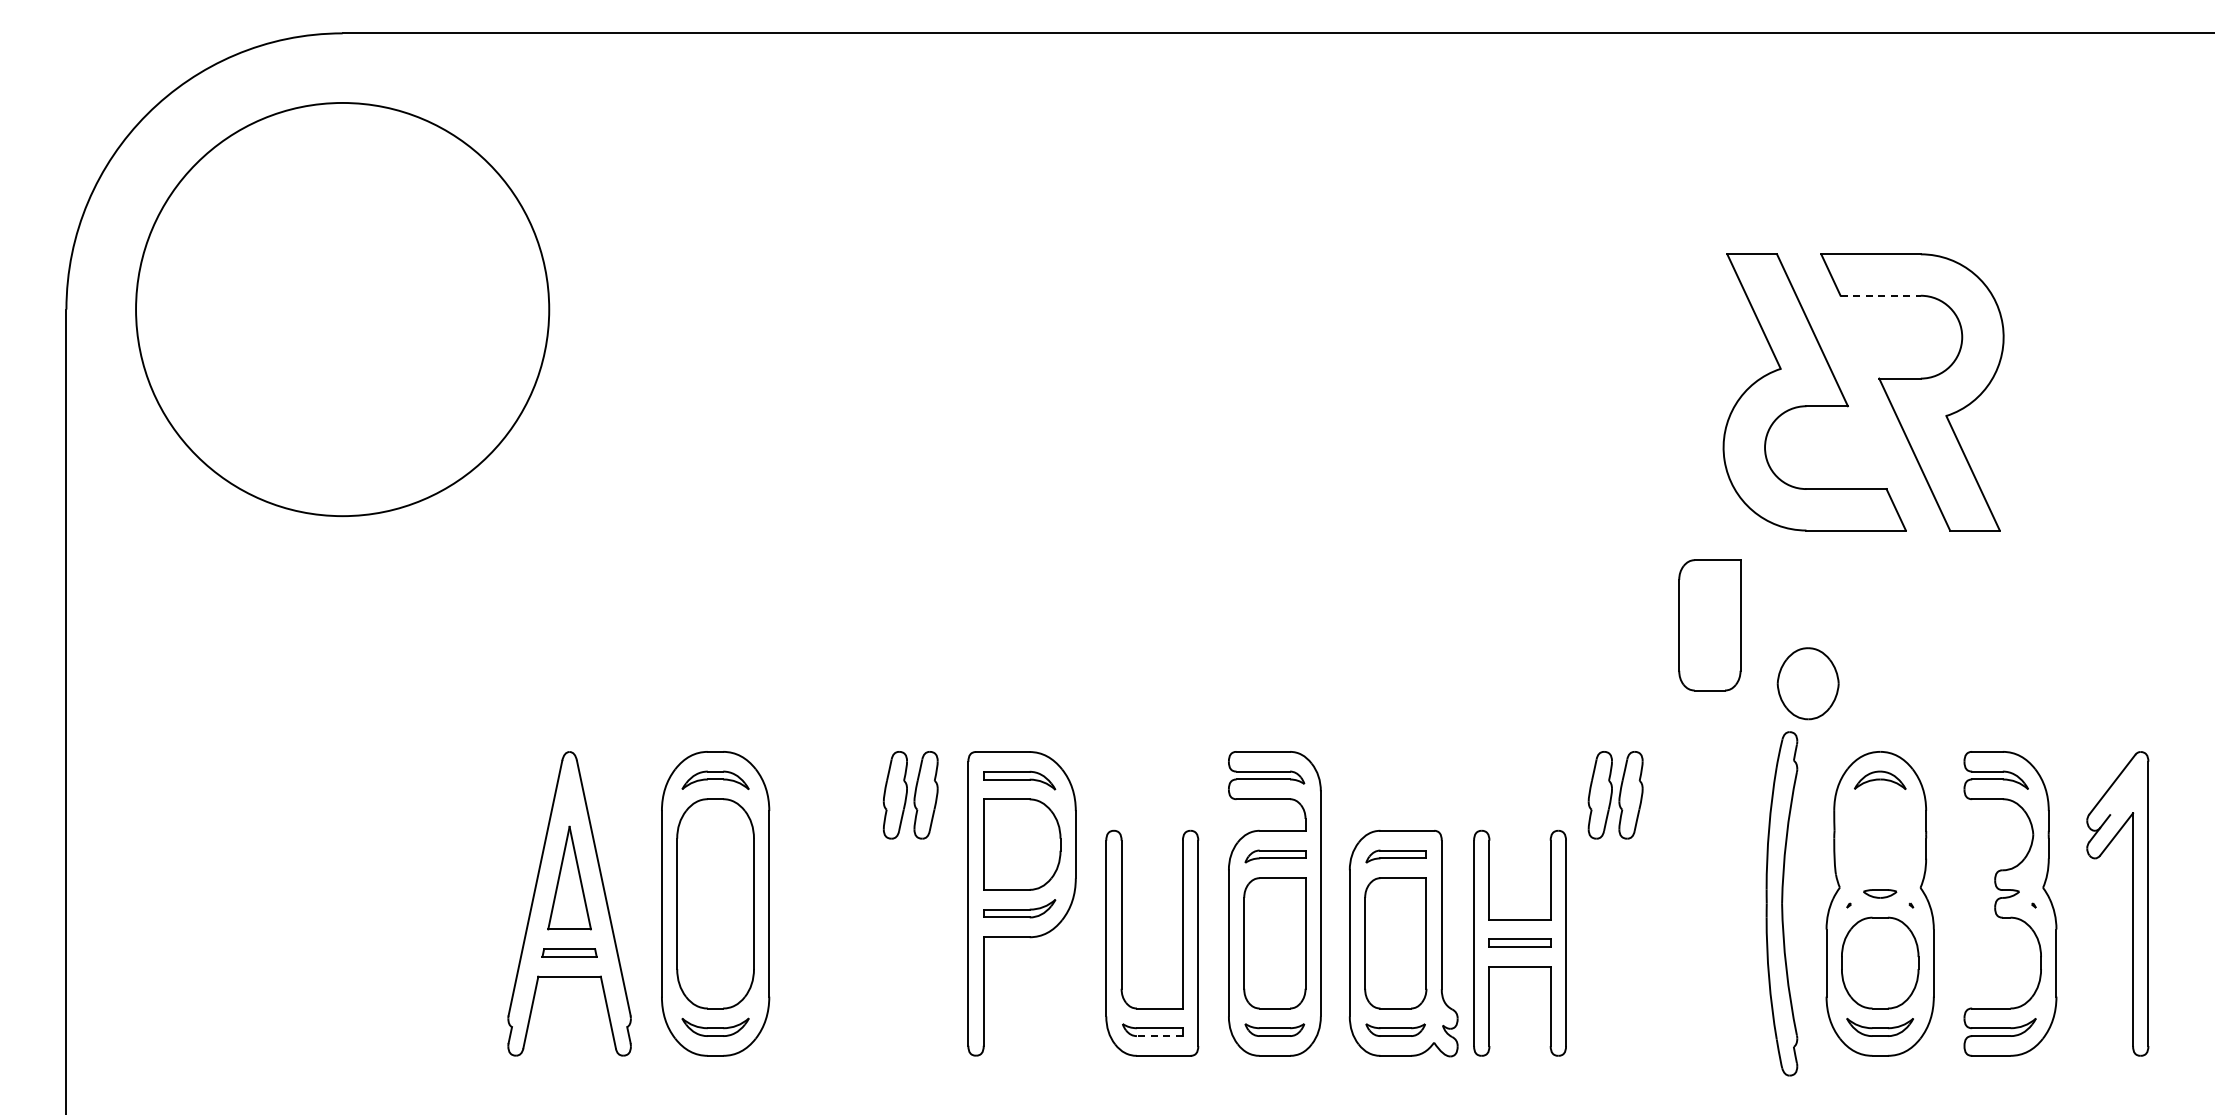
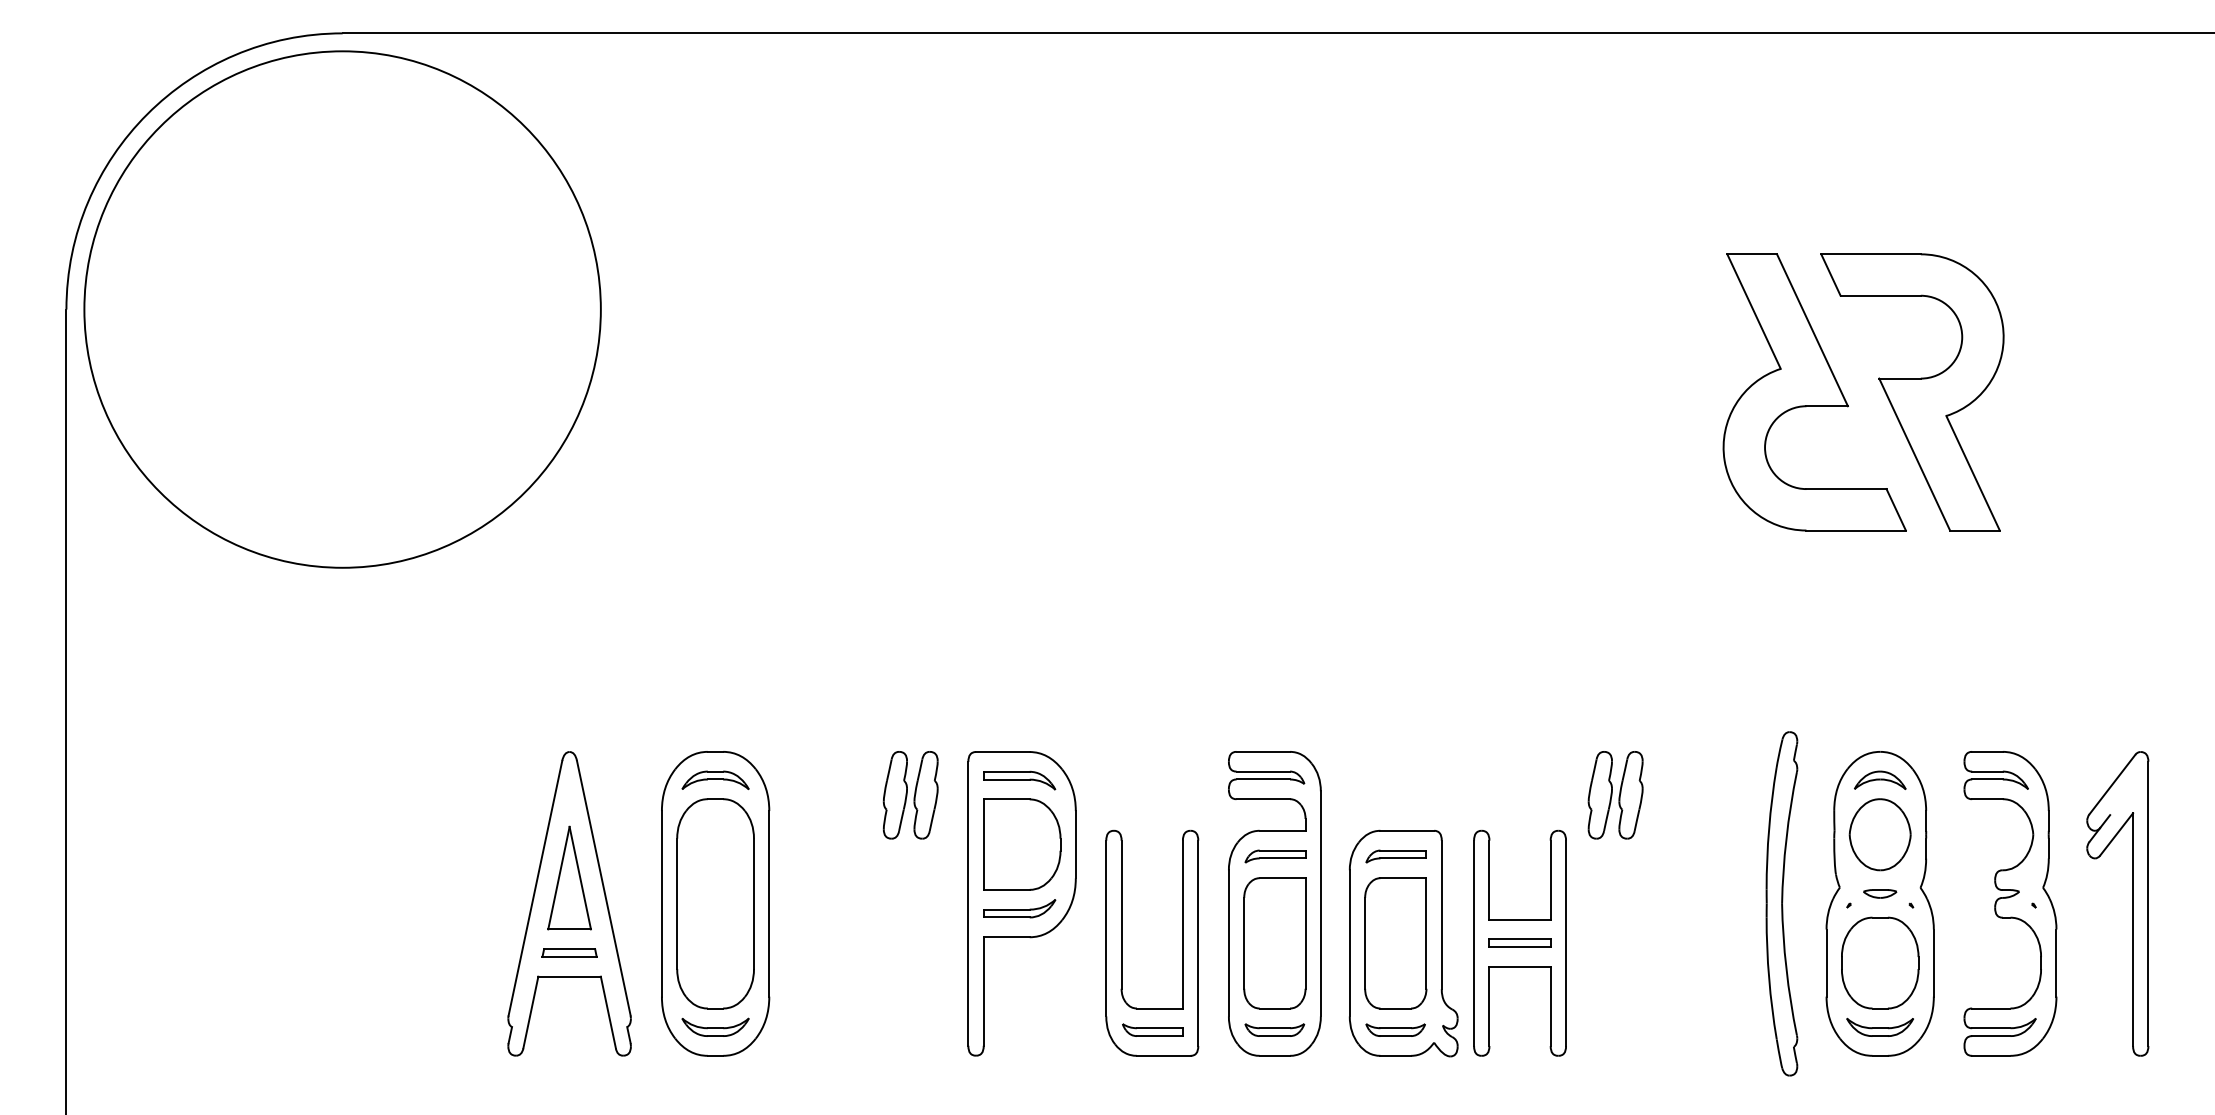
line at (1881, 295): dashed -> solid
circle at (342, 309) diameter: 413 px -> 516 px
part at (1709, 625): present -> none
part at (1807, 683) position: (1807, 683) -> (1879, 834)
line at (1159, 1036): dashed -> solid
